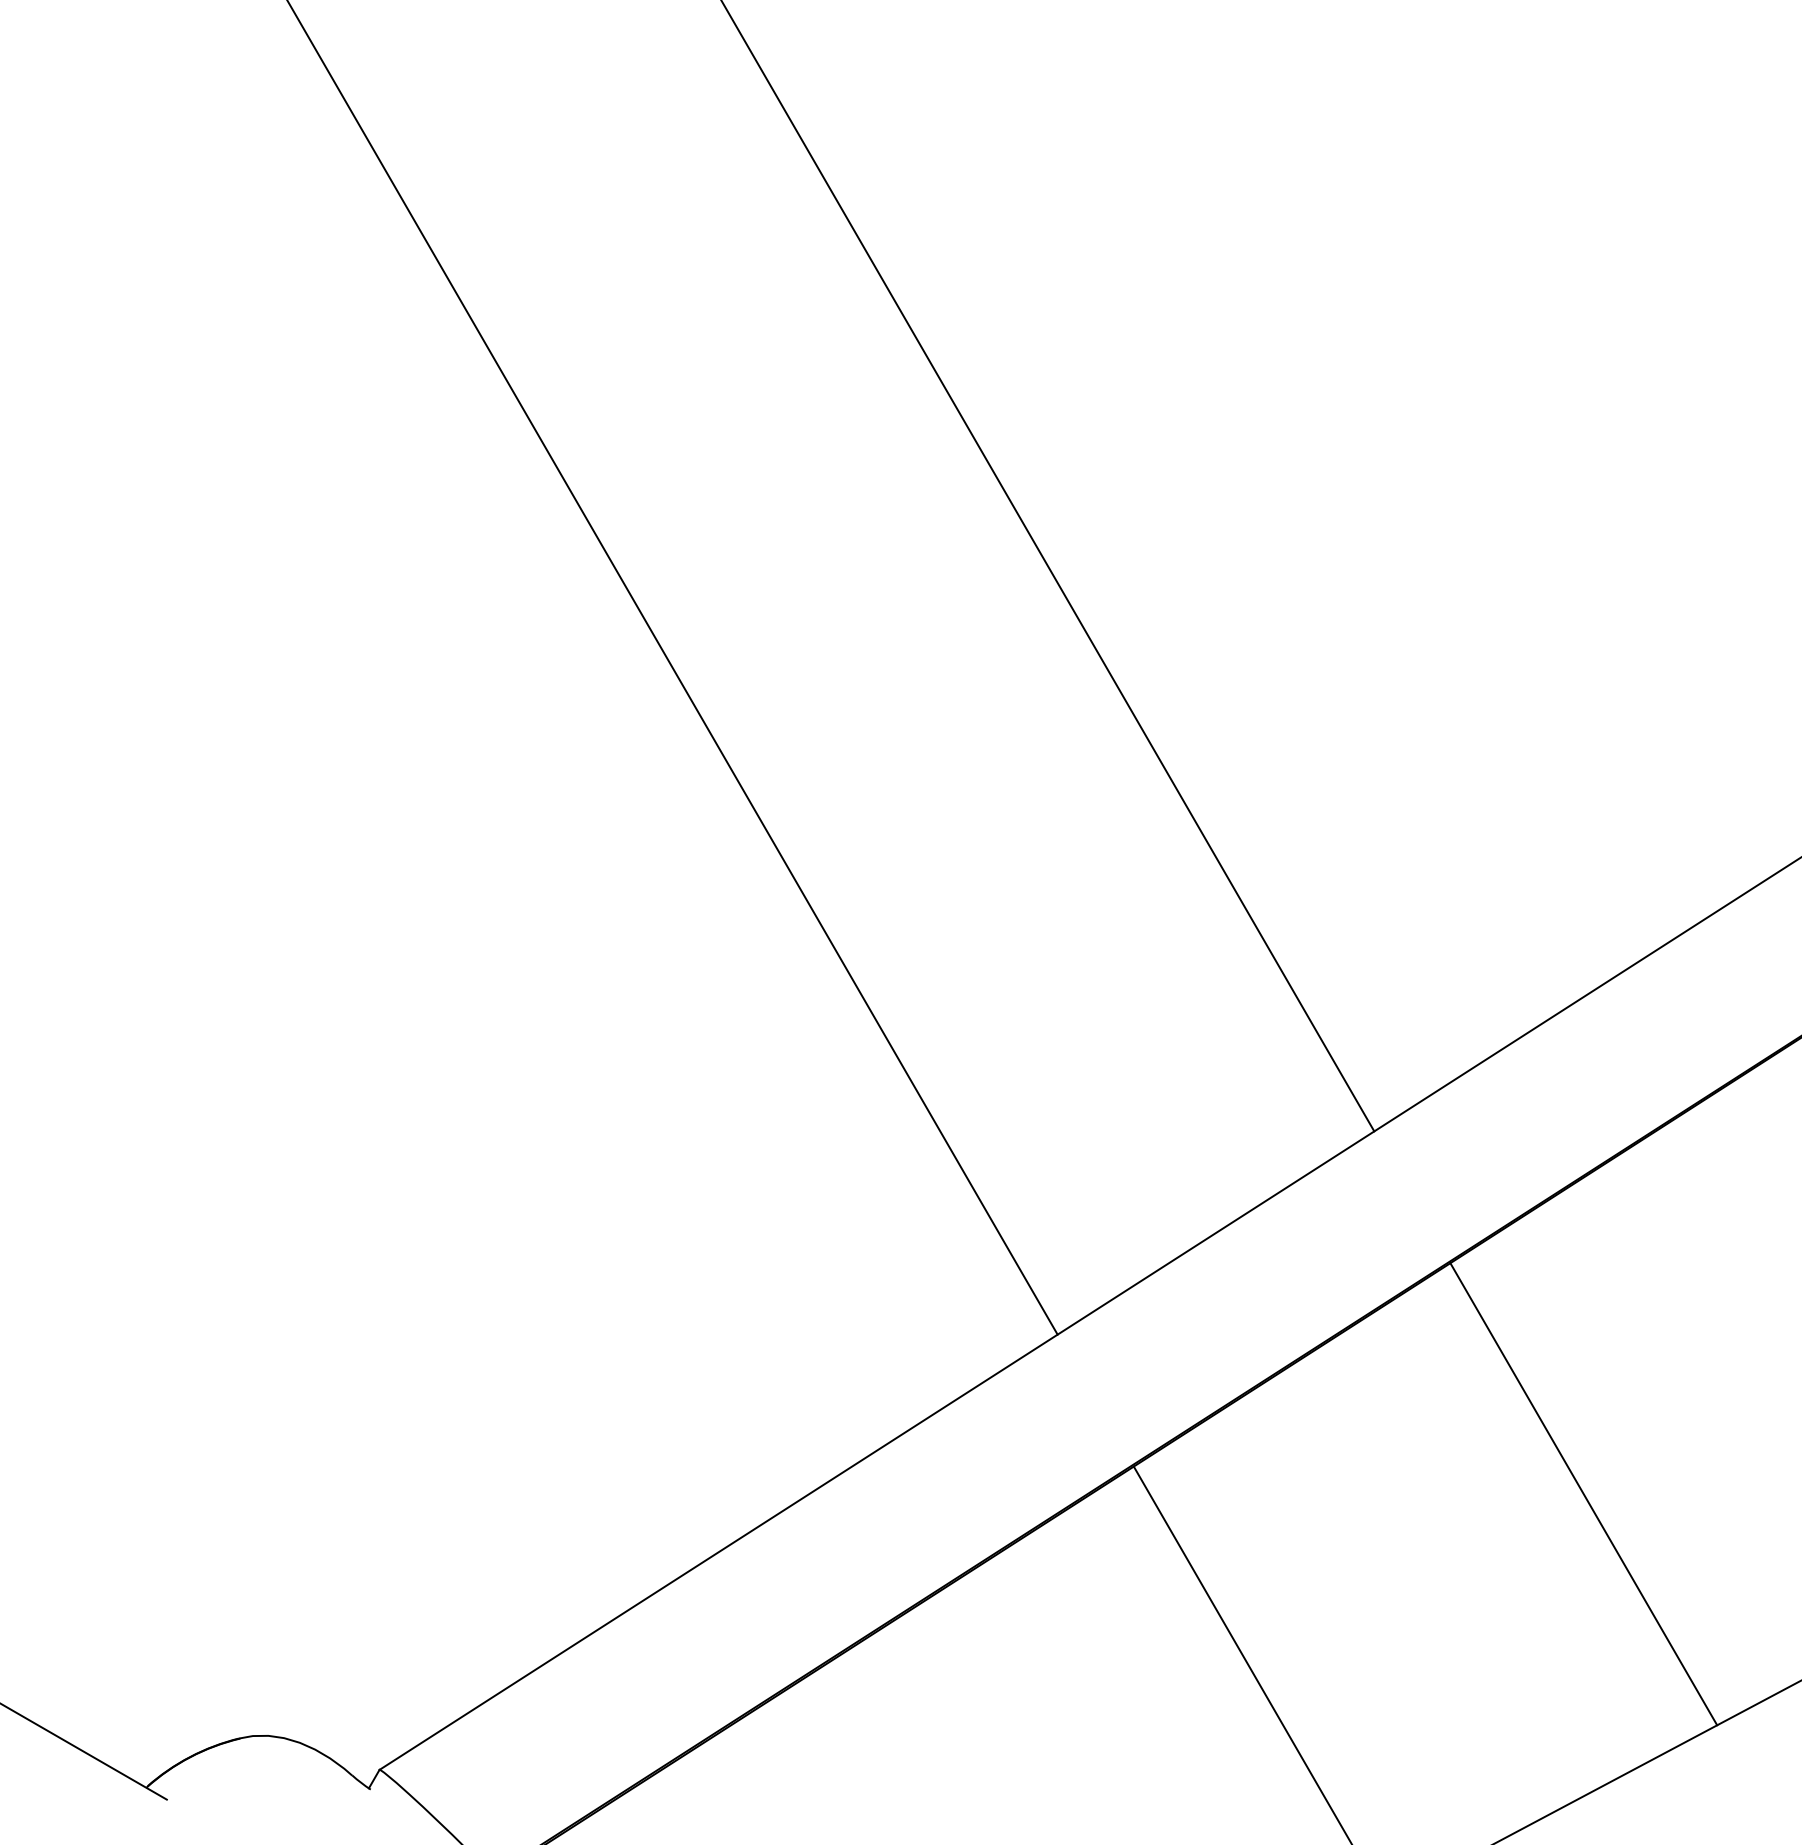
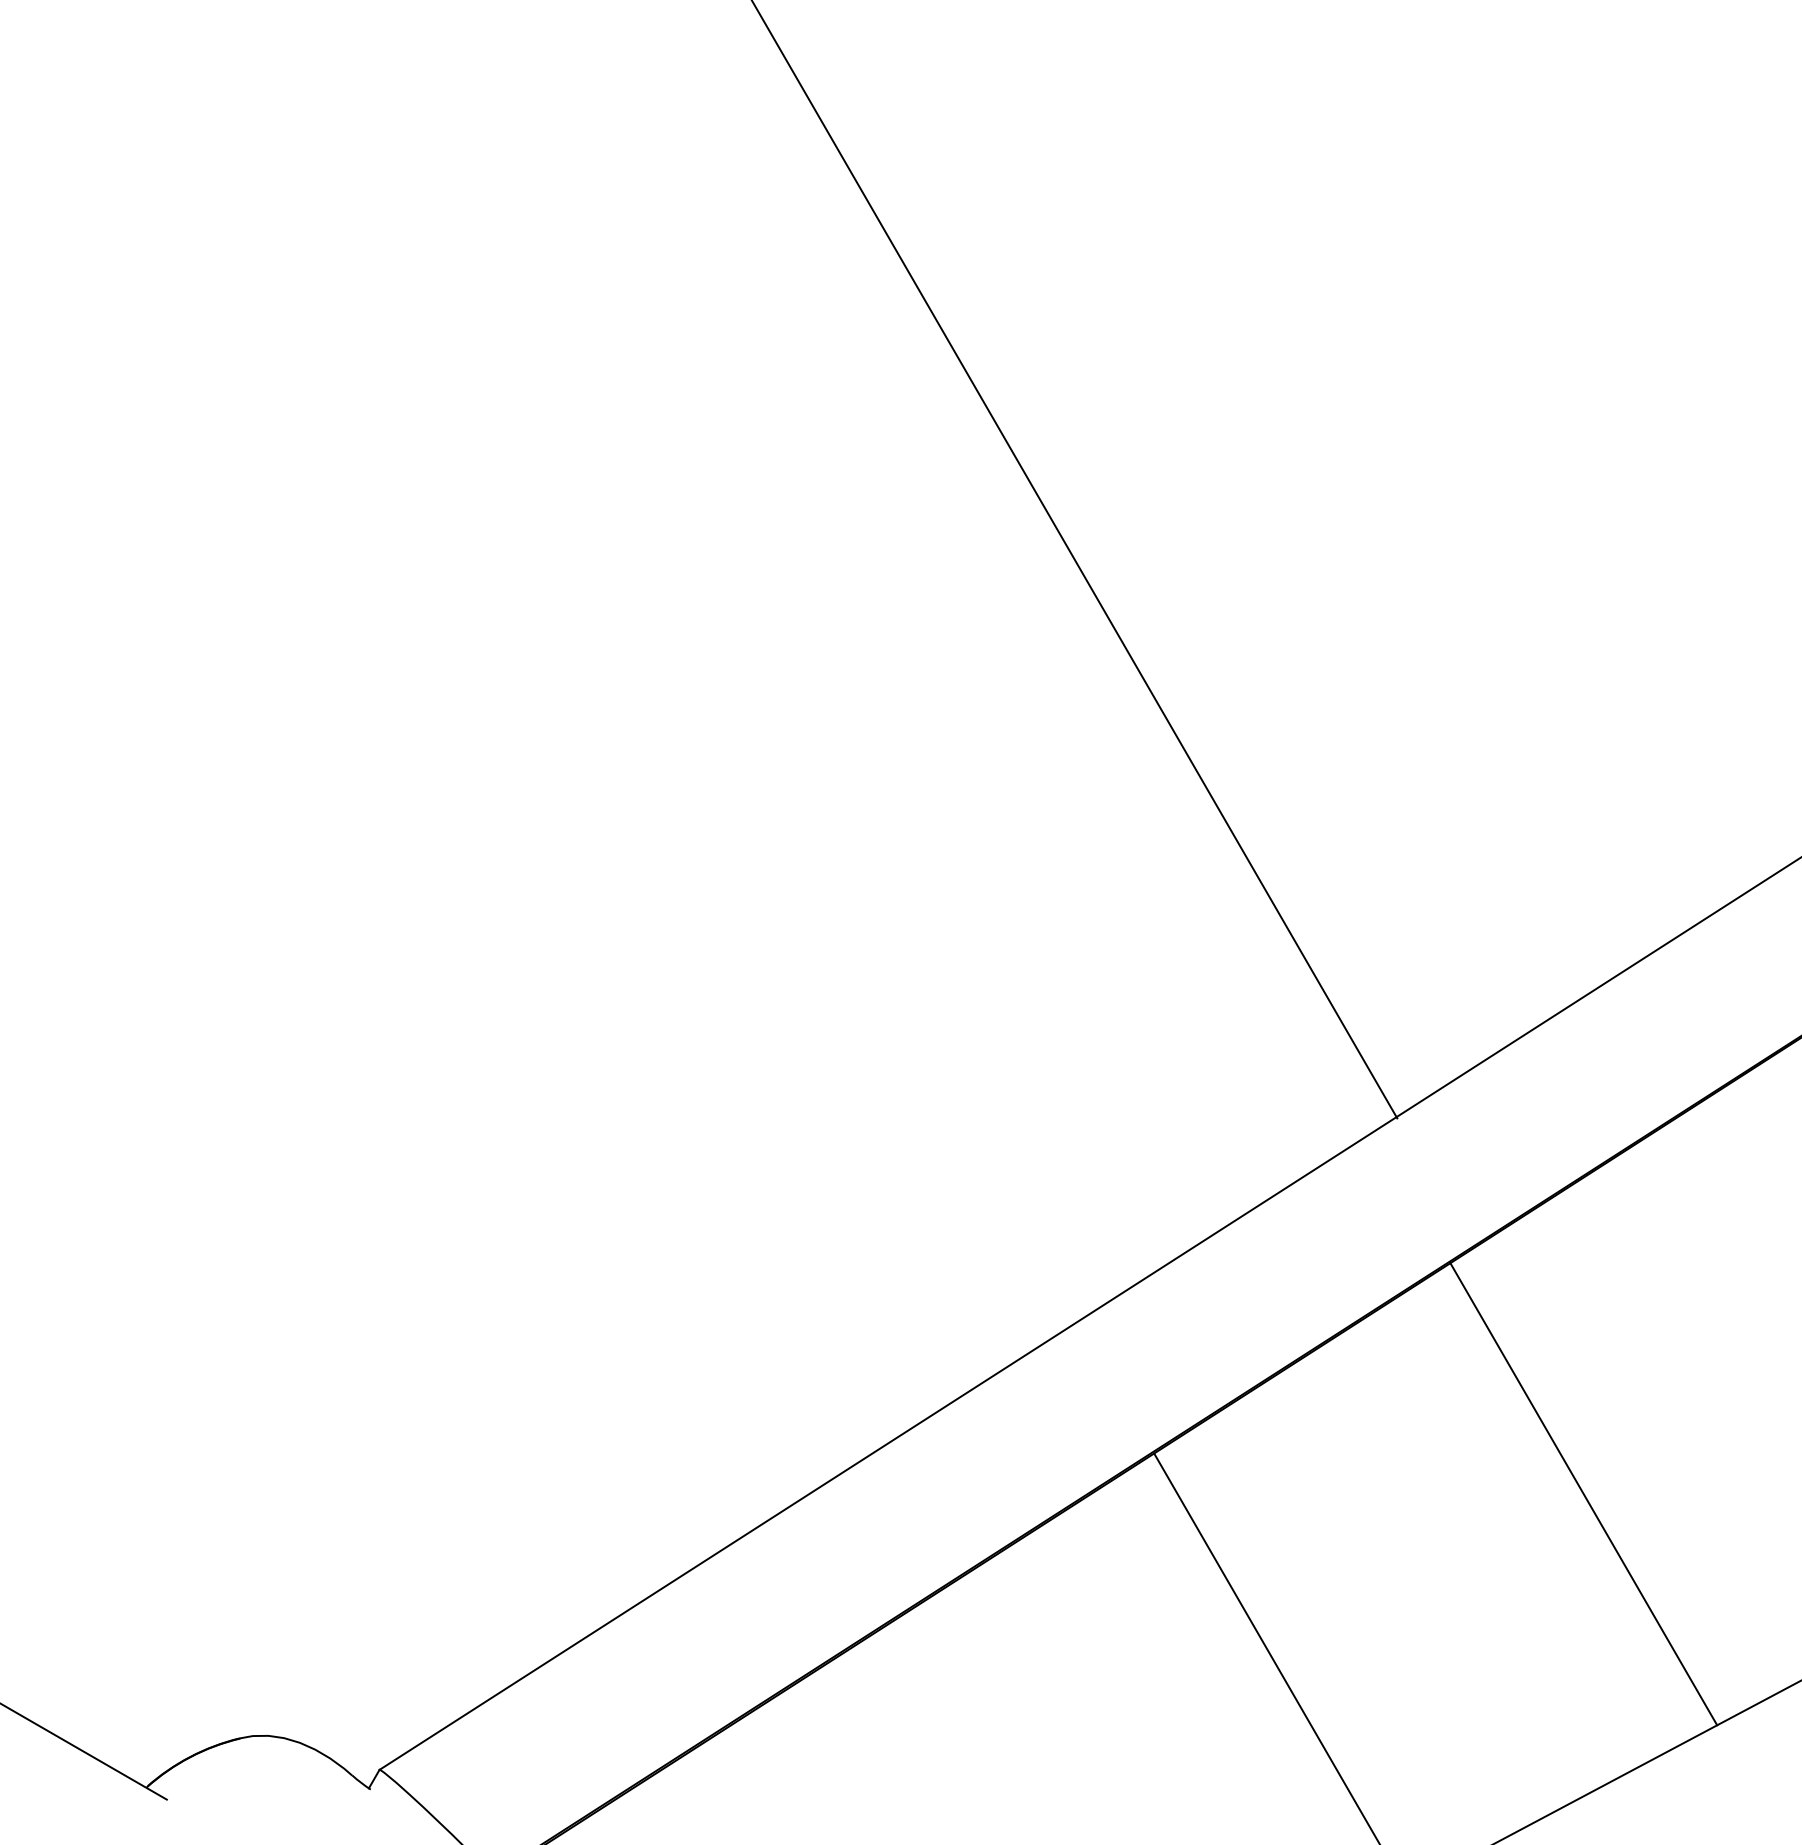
line at (1048, 566) position: (1048, 566) -> (1075, 560)
line at (672, 668): present -> none
line at (1241, 1653) position: (1241, 1653) -> (1266, 1647)
